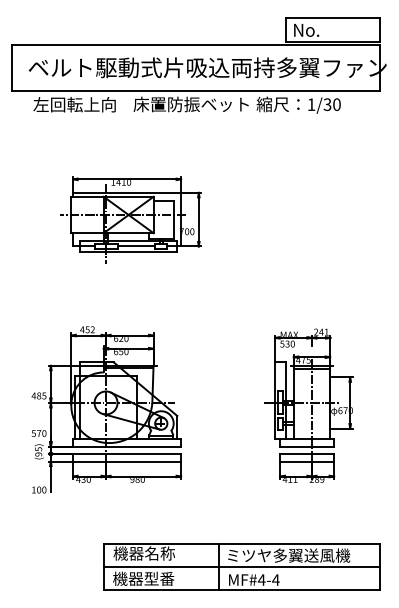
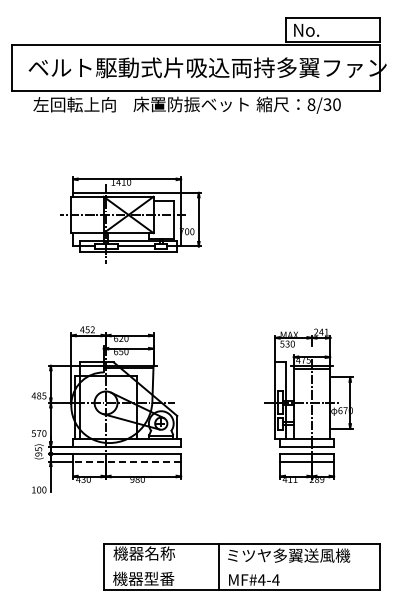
text at (311, 104): 1/30 -> 8/30
line at (126, 461): solid -> dashed
line at (241, 566): present -> none
